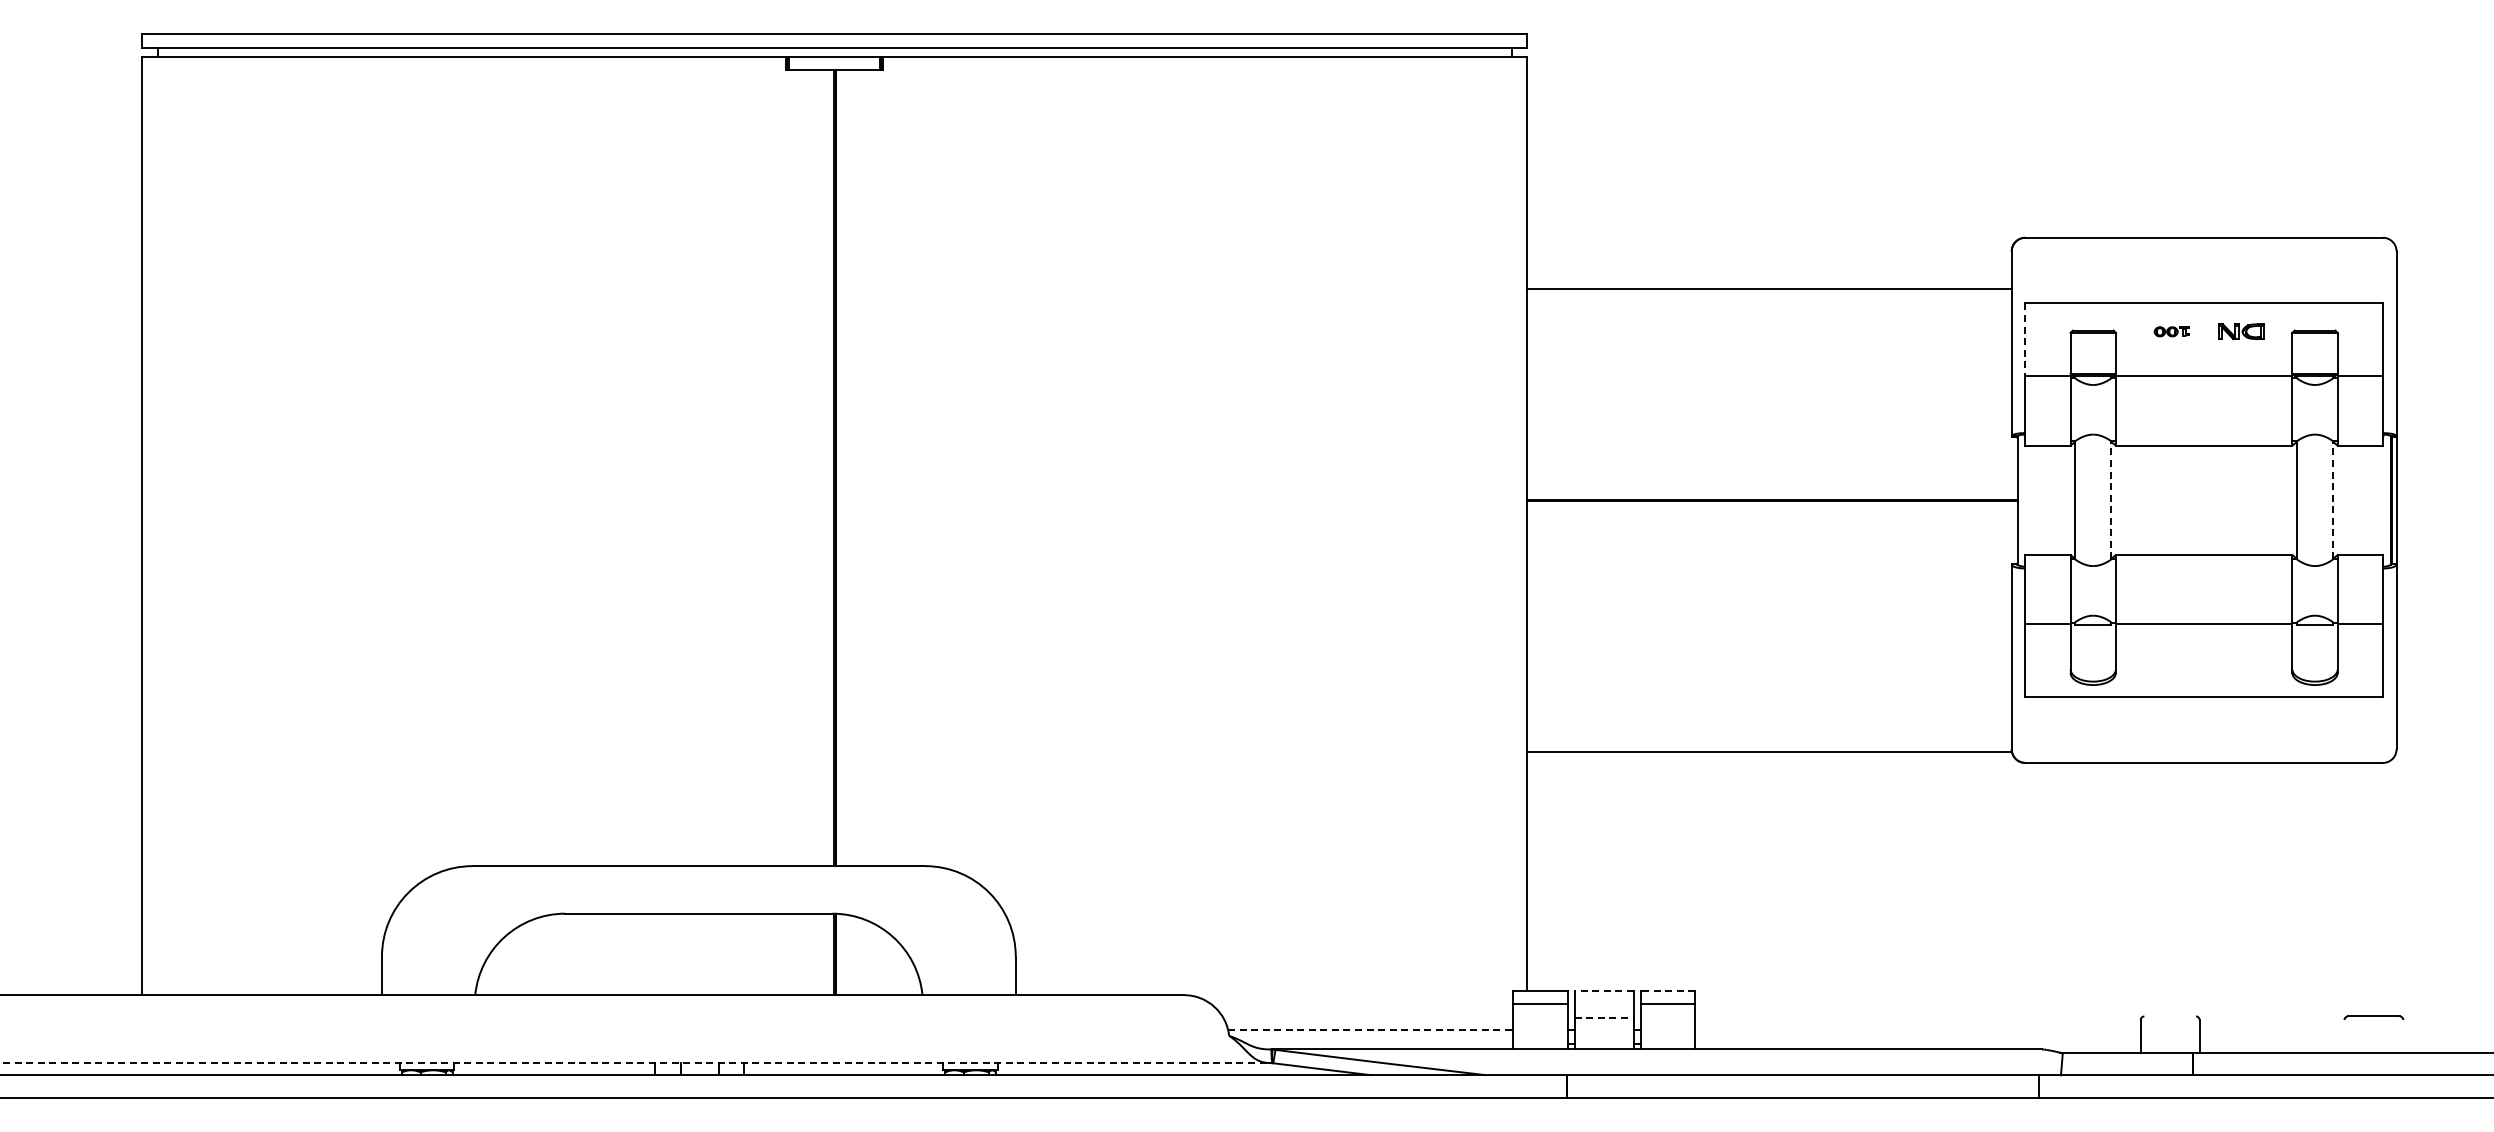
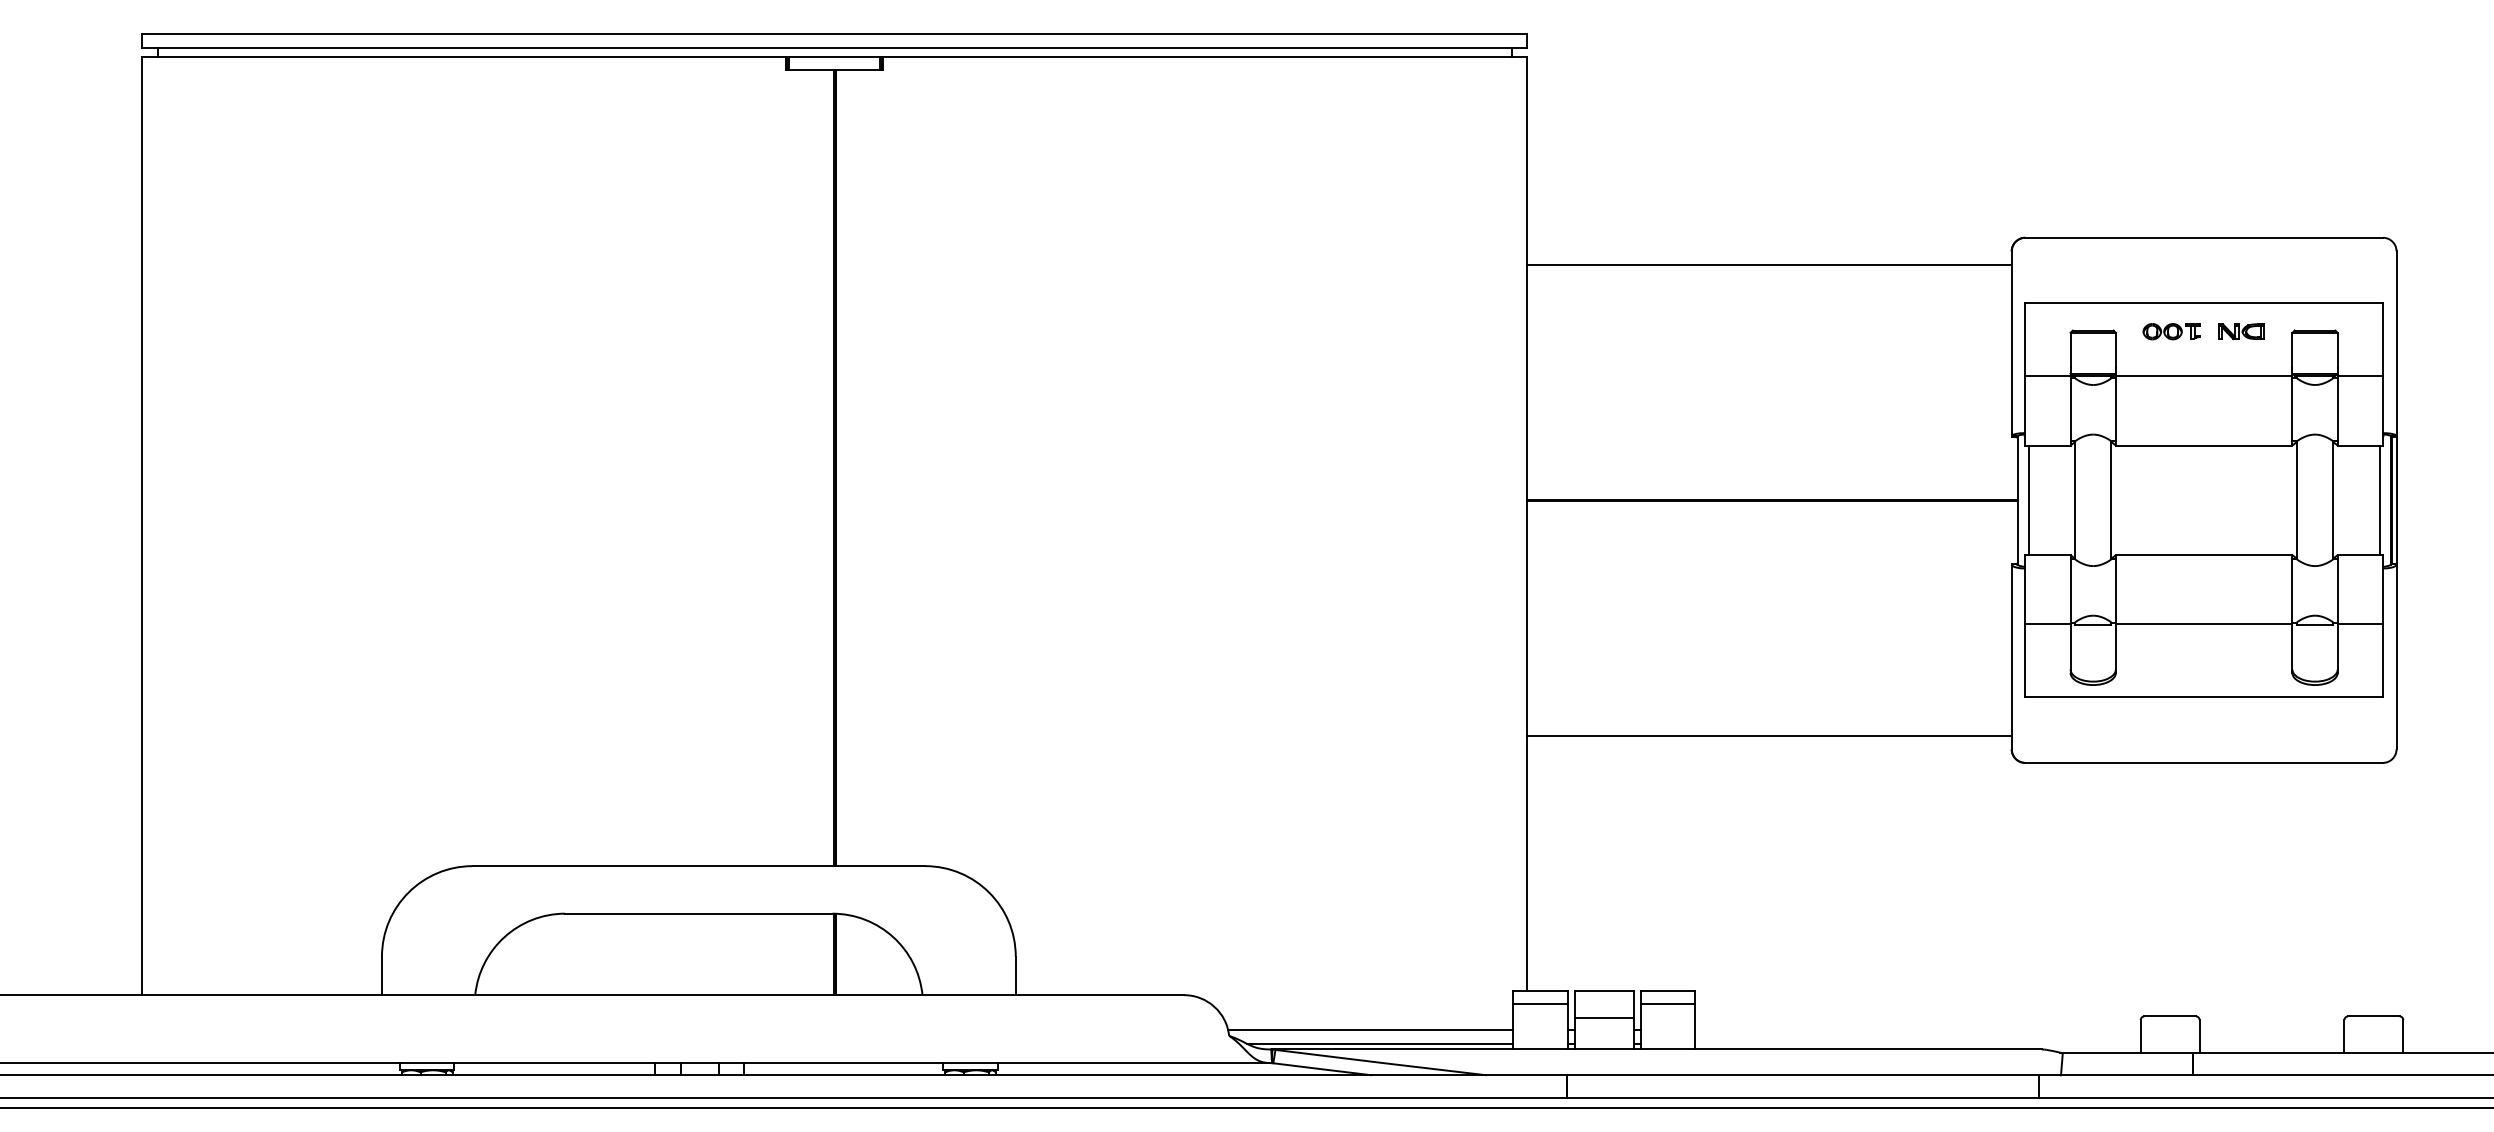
line at (1769, 288) position: (1769, 288) -> (1769, 264)
part at (2171, 331) size: 37x12 px -> 59x18 px
line at (2025, 339): dashed -> solid
line at (2028, 500): none -> present
line at (2111, 500): dashed -> solid
line at (2333, 500): dashed -> solid
line at (2380, 500): none -> present
line at (1769, 751) position: (1769, 751) -> (1769, 735)
line at (1603, 990): dashed -> solid
line at (1667, 990): dashed -> solid
line at (2169, 1016): none -> present
line at (1604, 1017): dashed -> solid
line at (1370, 1030): dashed -> solid
line at (2344, 1036): none -> present
line at (2403, 1036): none -> present
line at (1379, 1043): none -> present
line at (635, 1063): dashed -> solid
line at (1246, 1108): none -> present
